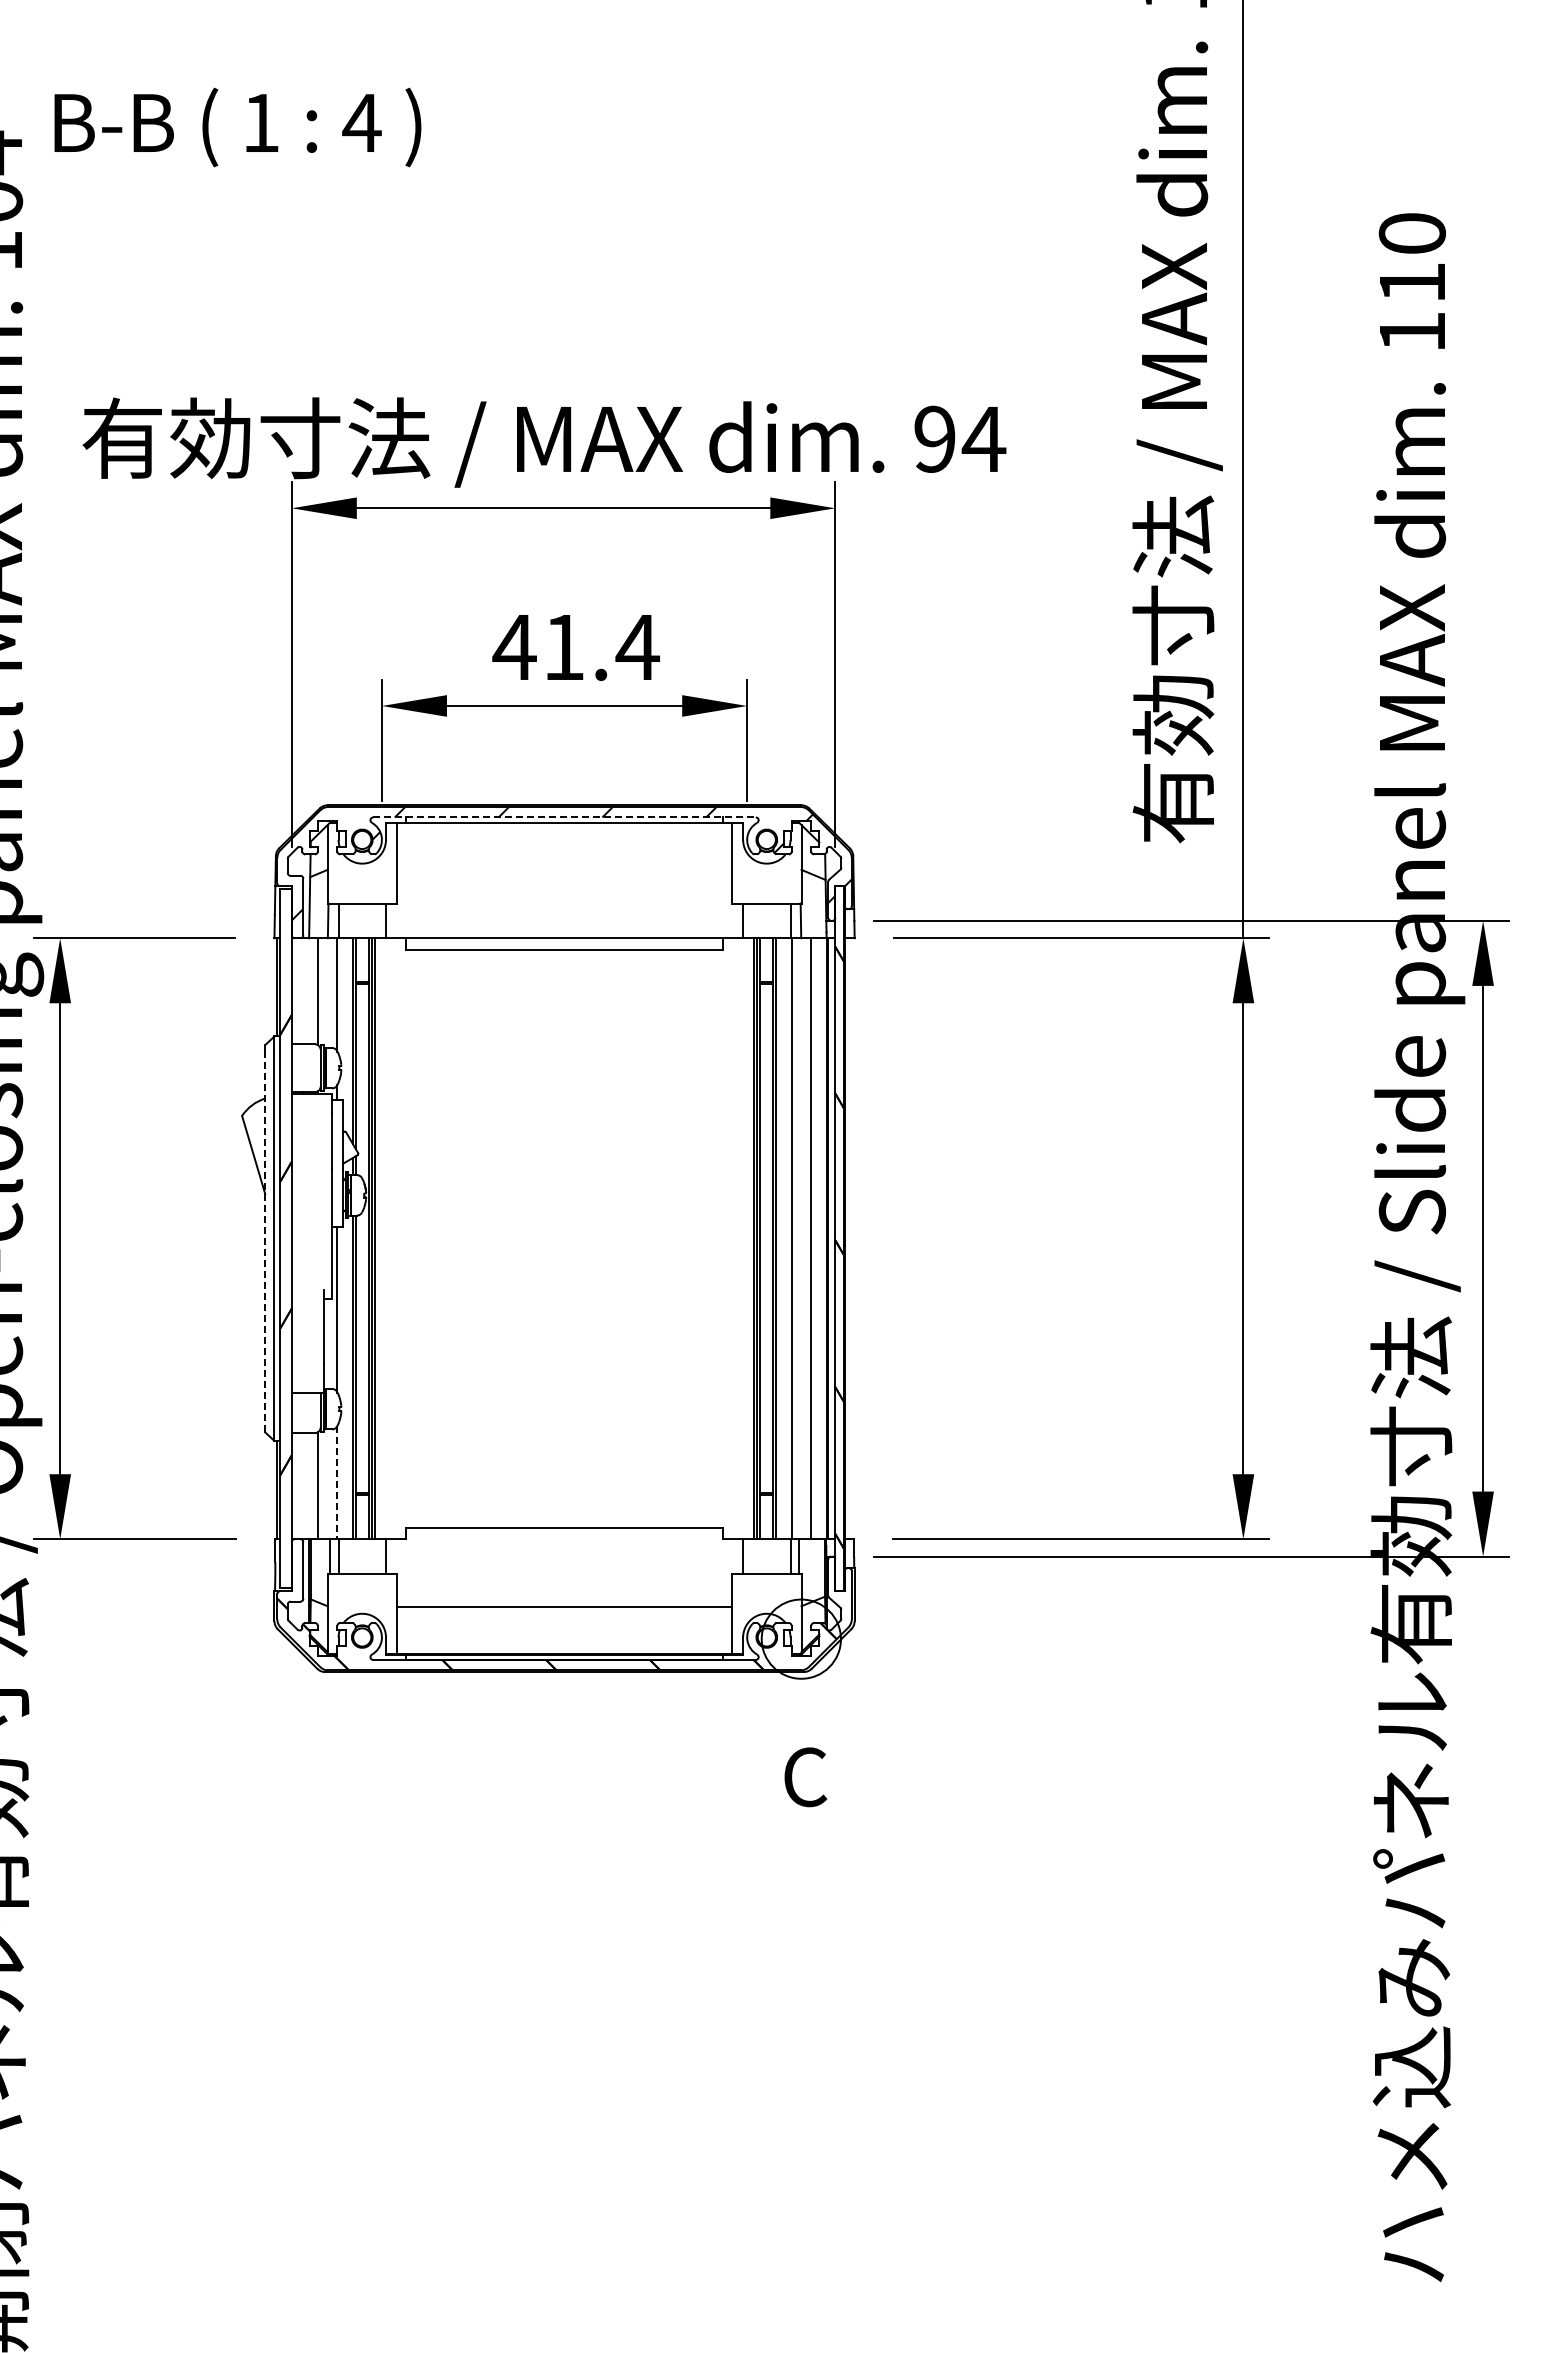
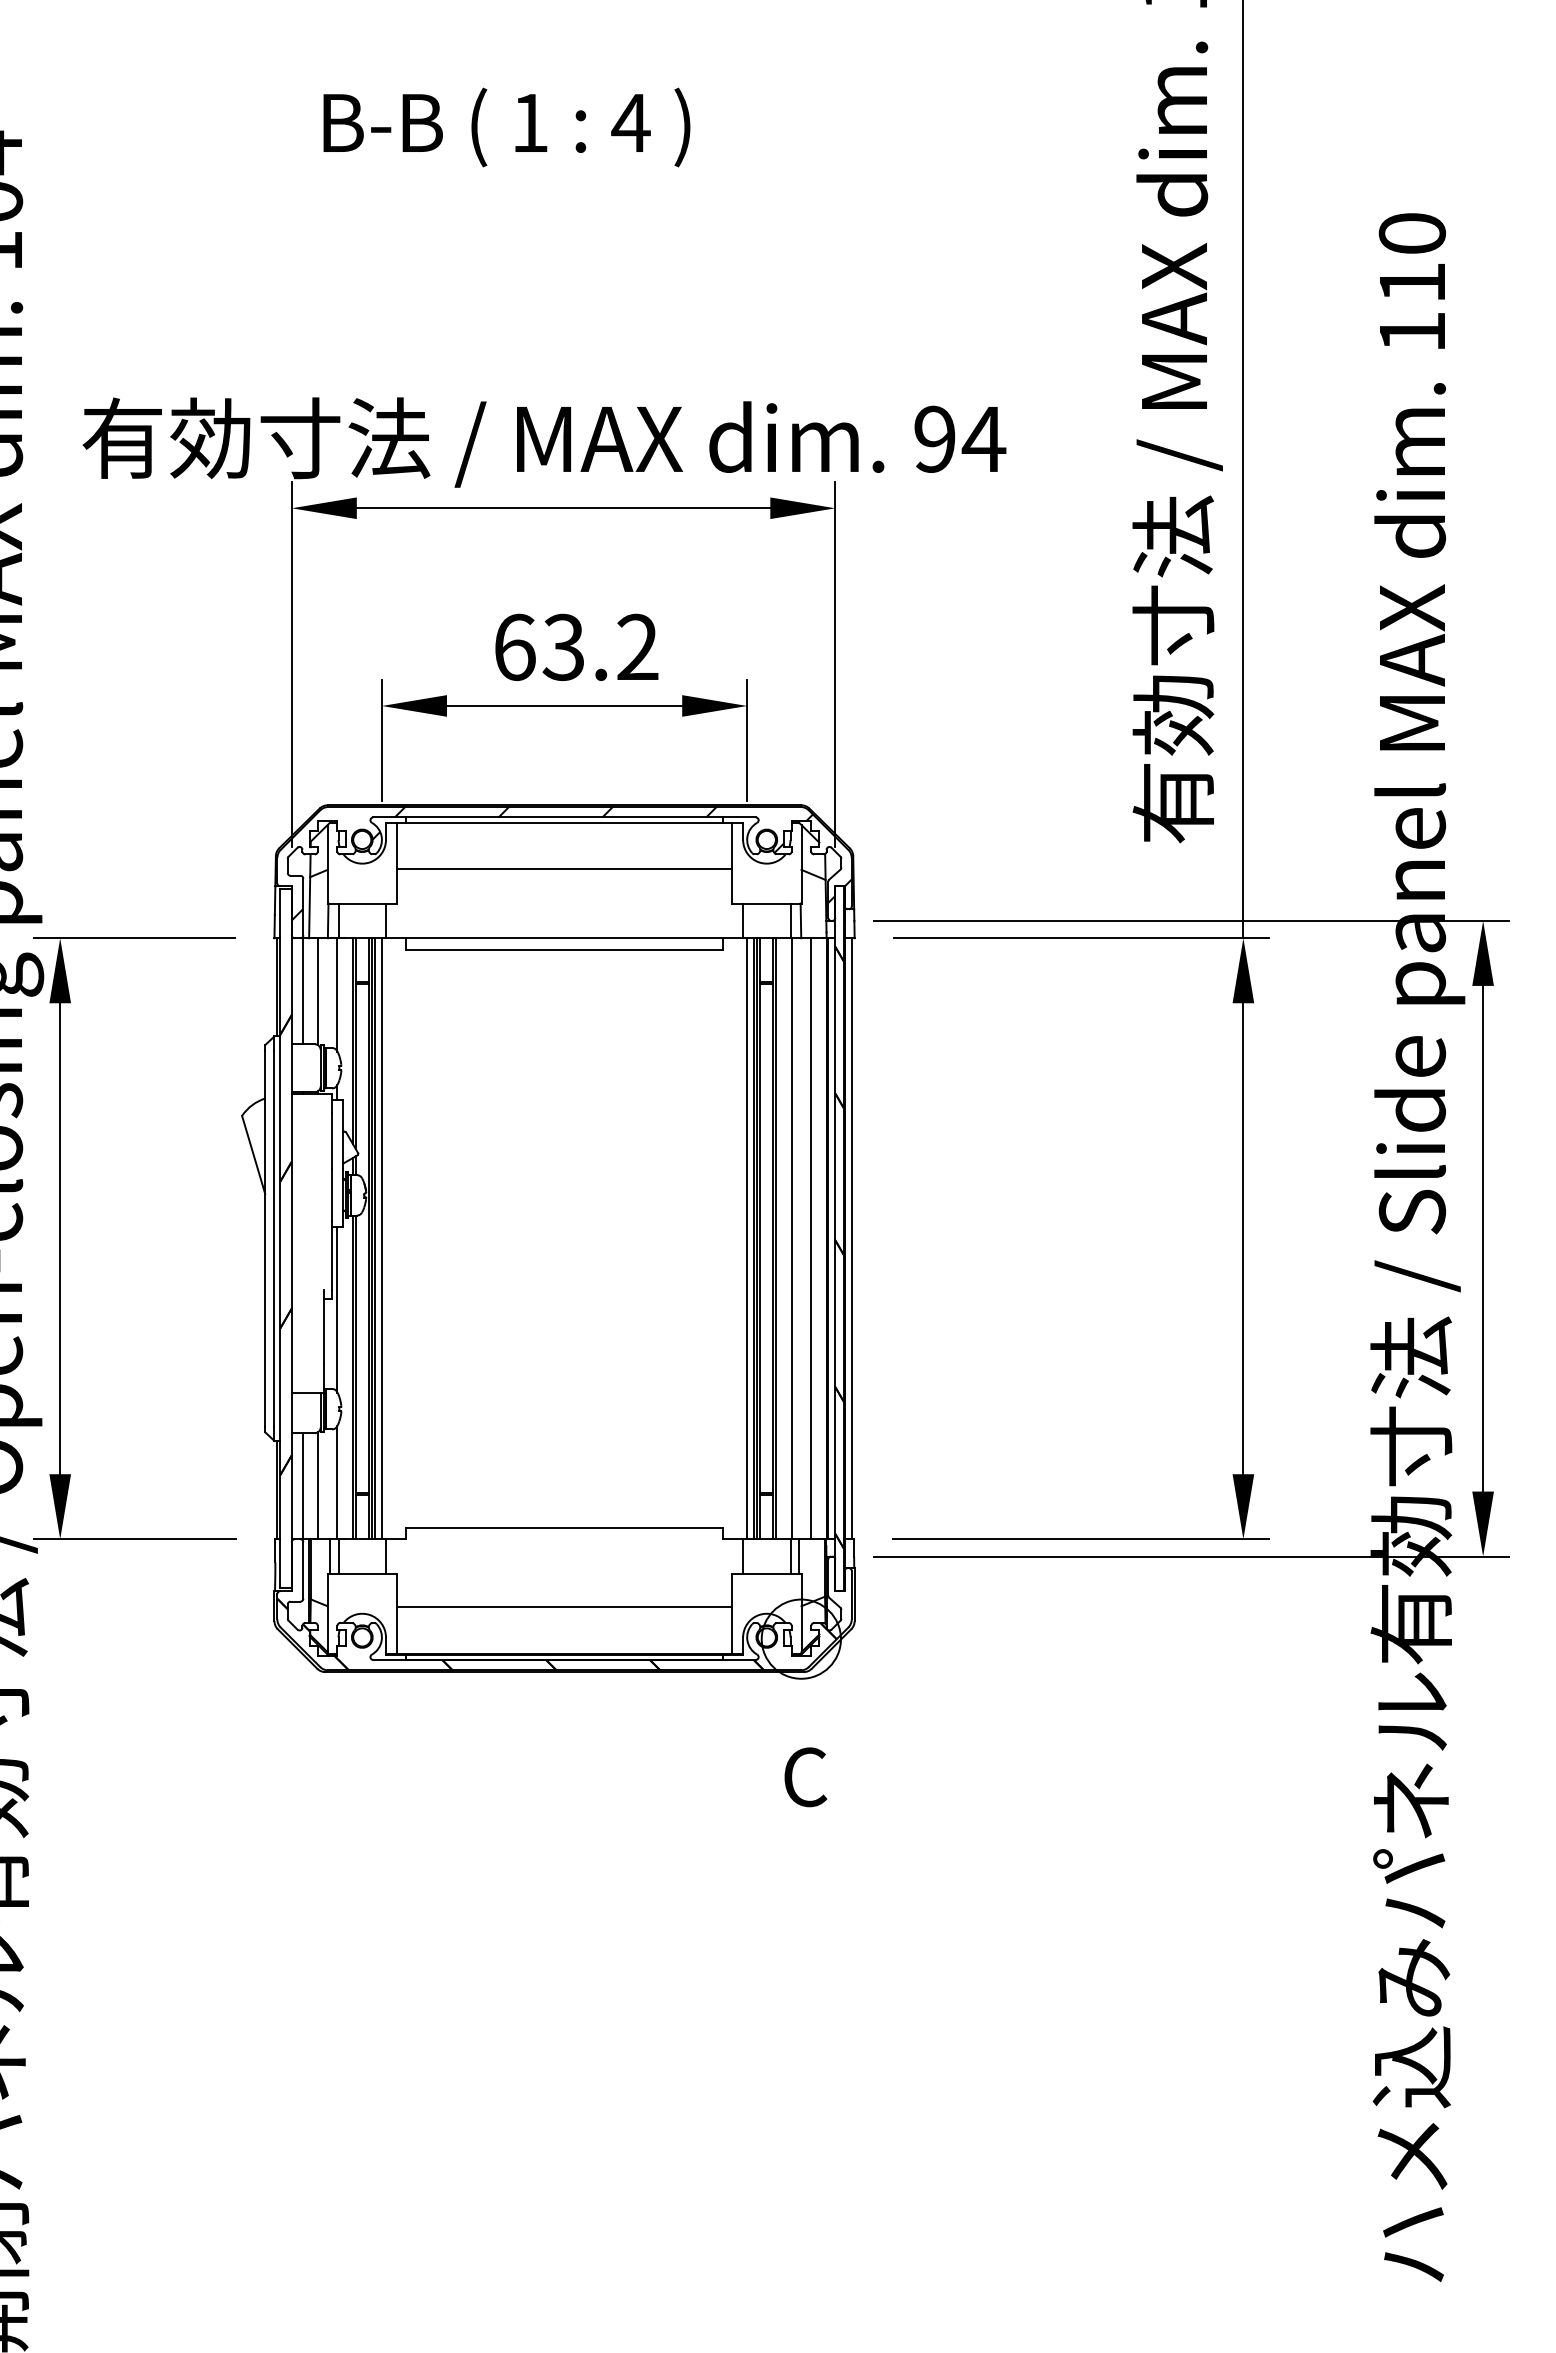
text at (237, 127) position: (237, 127) -> (506, 127)
text at (575, 646): 41.4 -> 63.2
line at (565, 817): dashed -> solid
line at (564, 869): none -> present
line at (303, 991): none -> present
line at (265, 1238): dashed -> solid
line at (381, 1238): none -> present
line at (747, 1238): none -> present
line at (851, 1238): none -> present
line at (337, 1482): dashed -> solid
line at (303, 1486): none -> present
